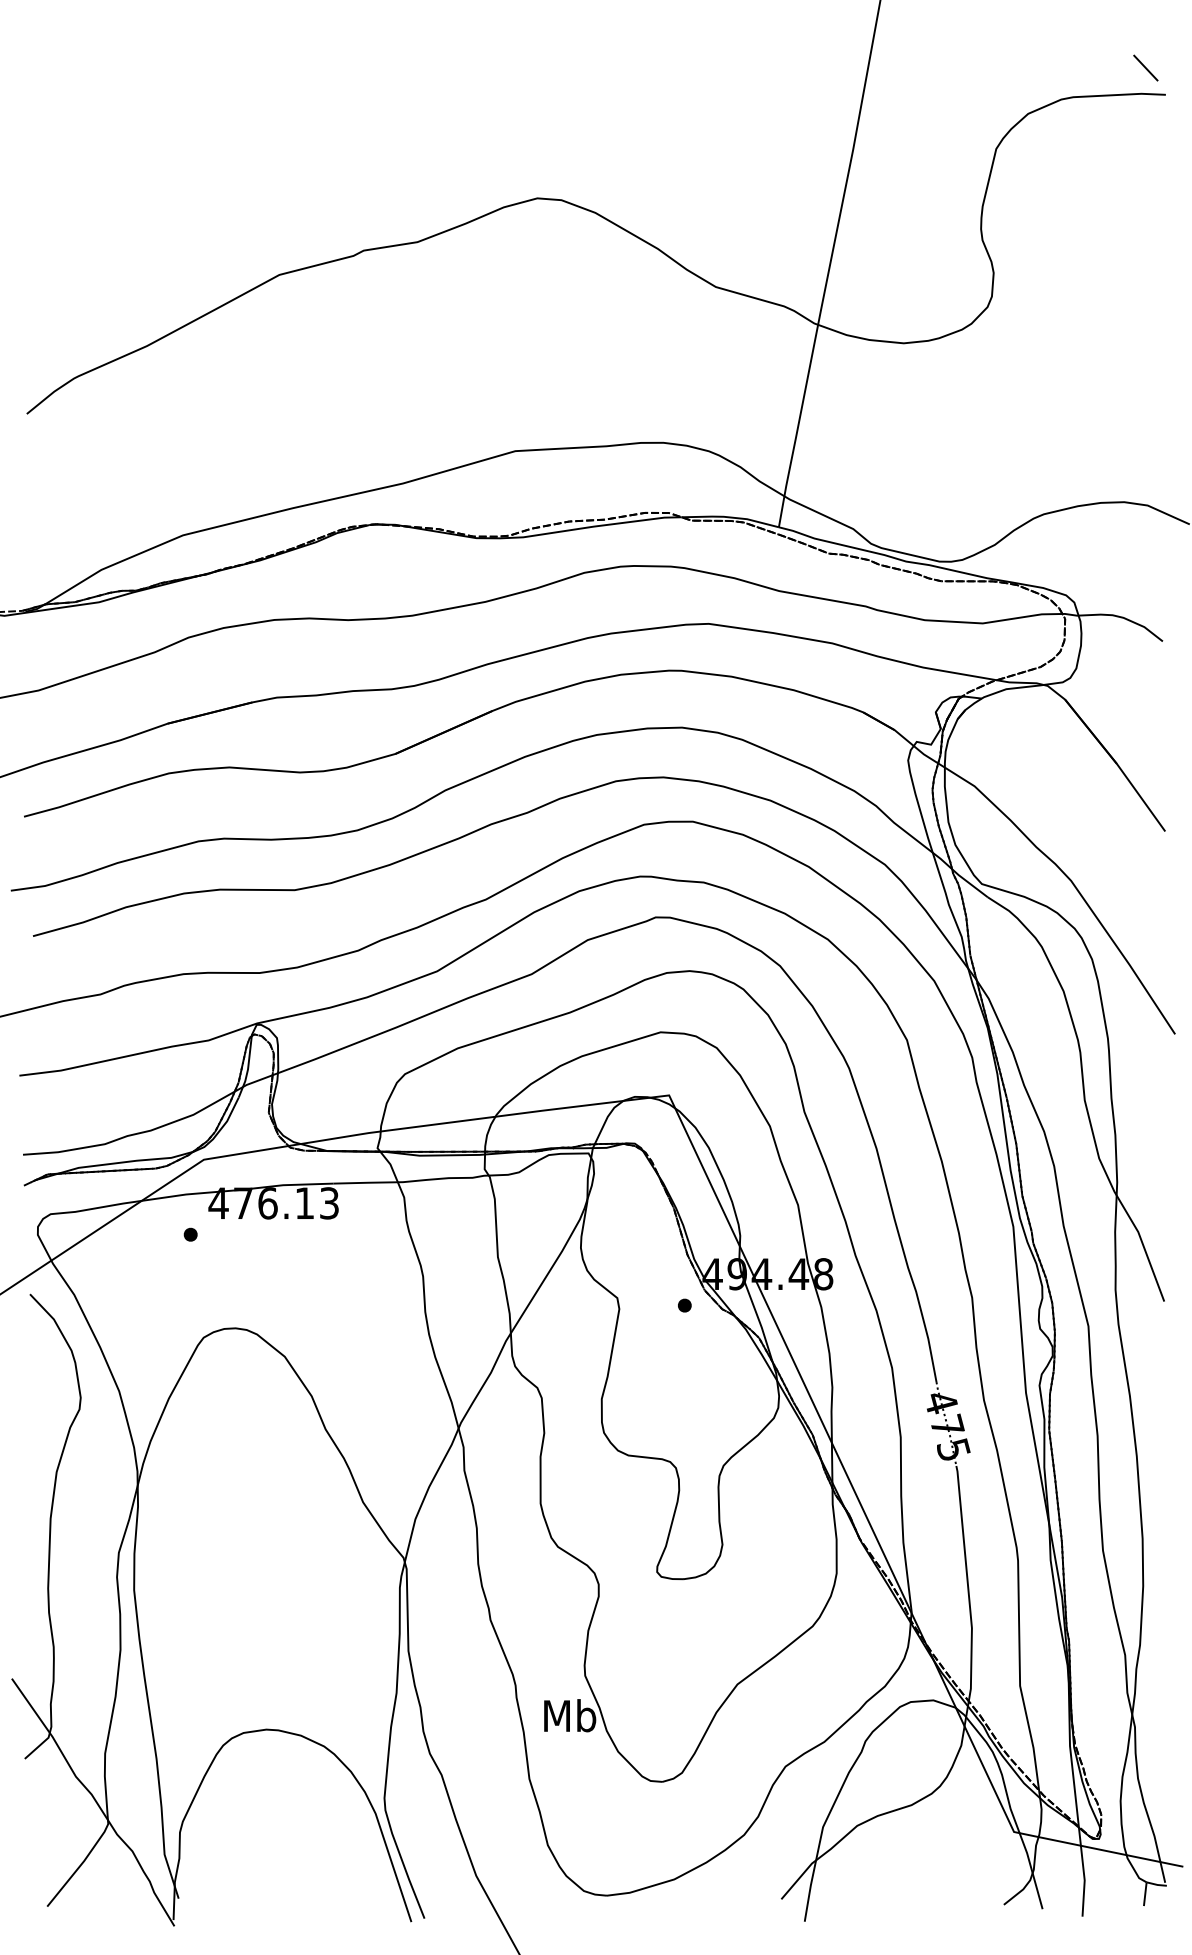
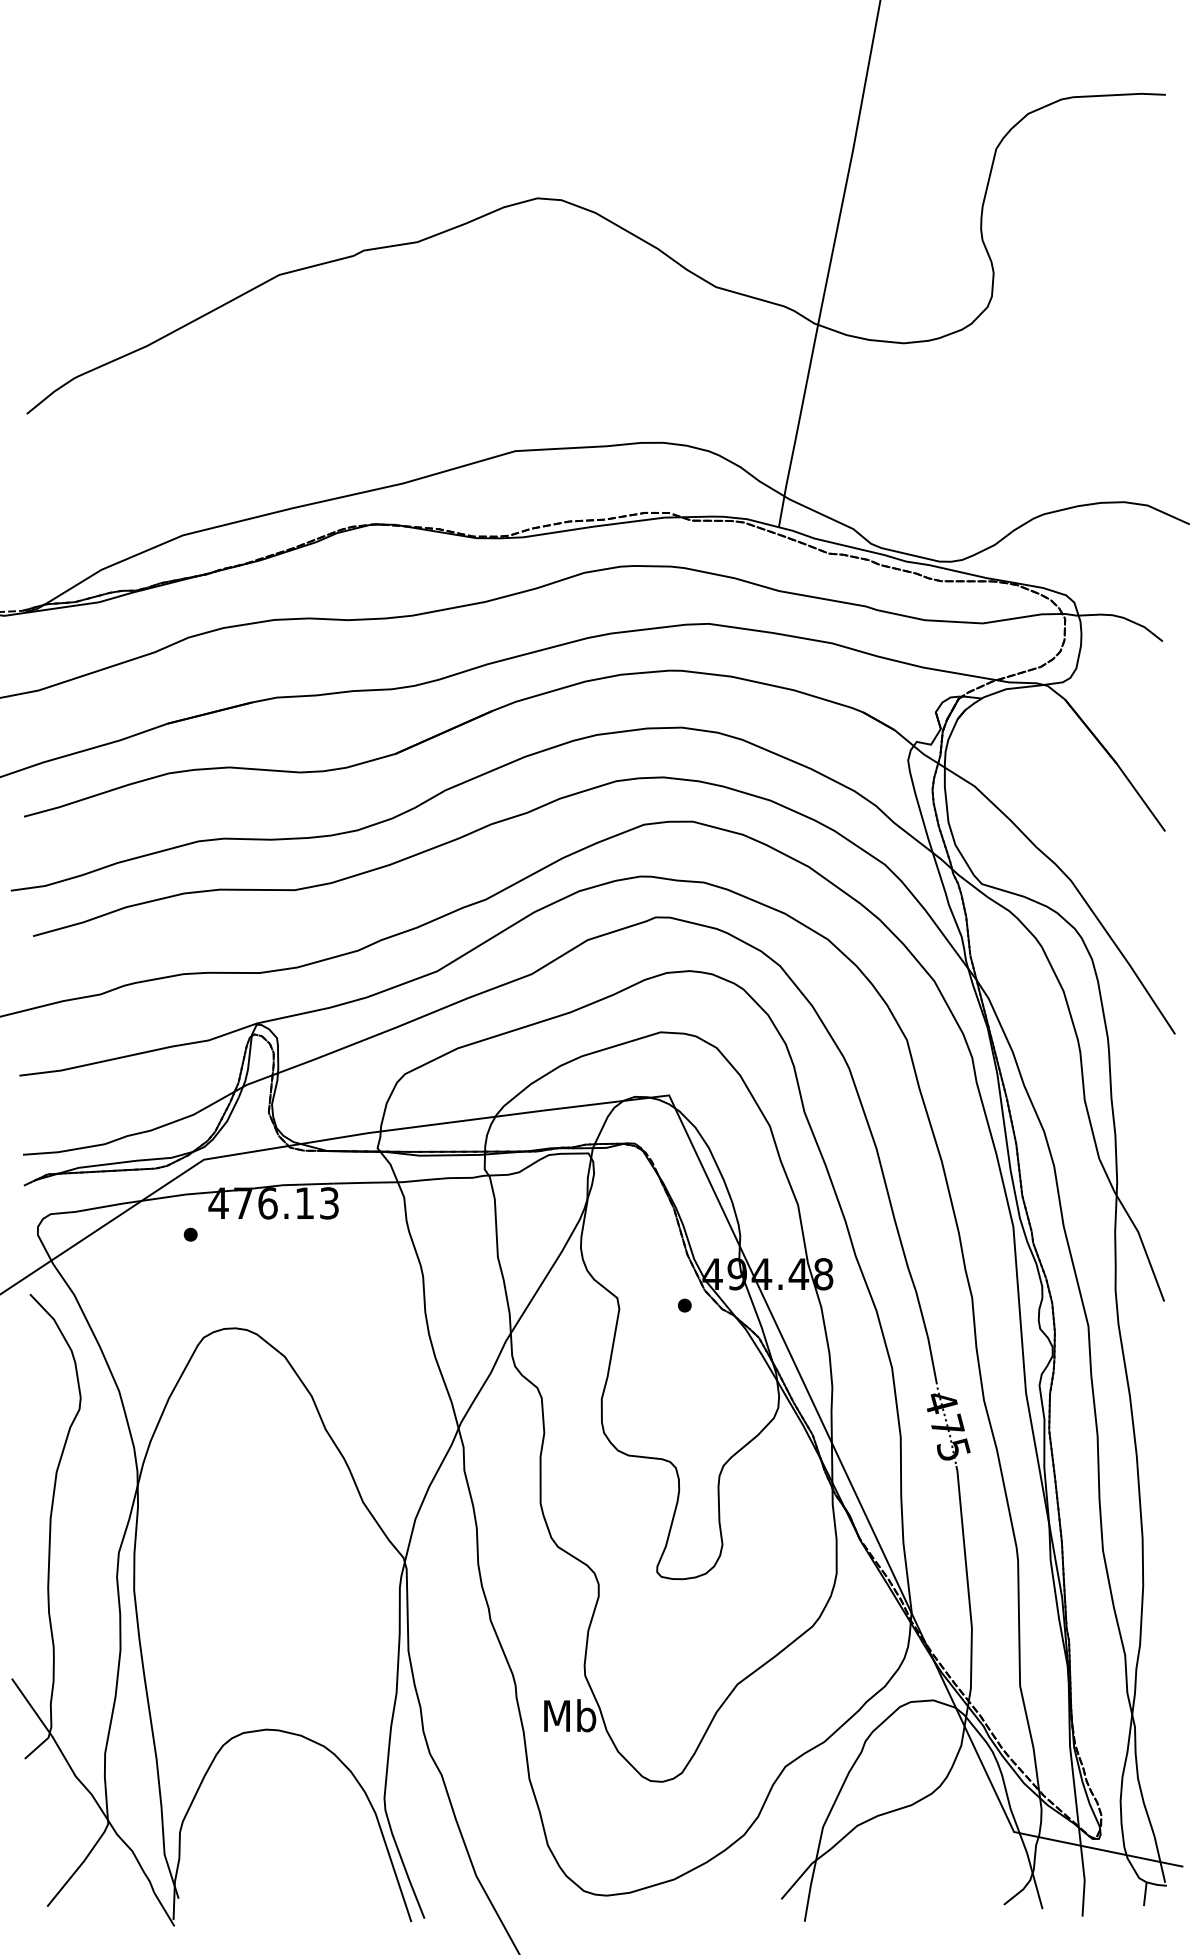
line at (1145, 67): present -> none
